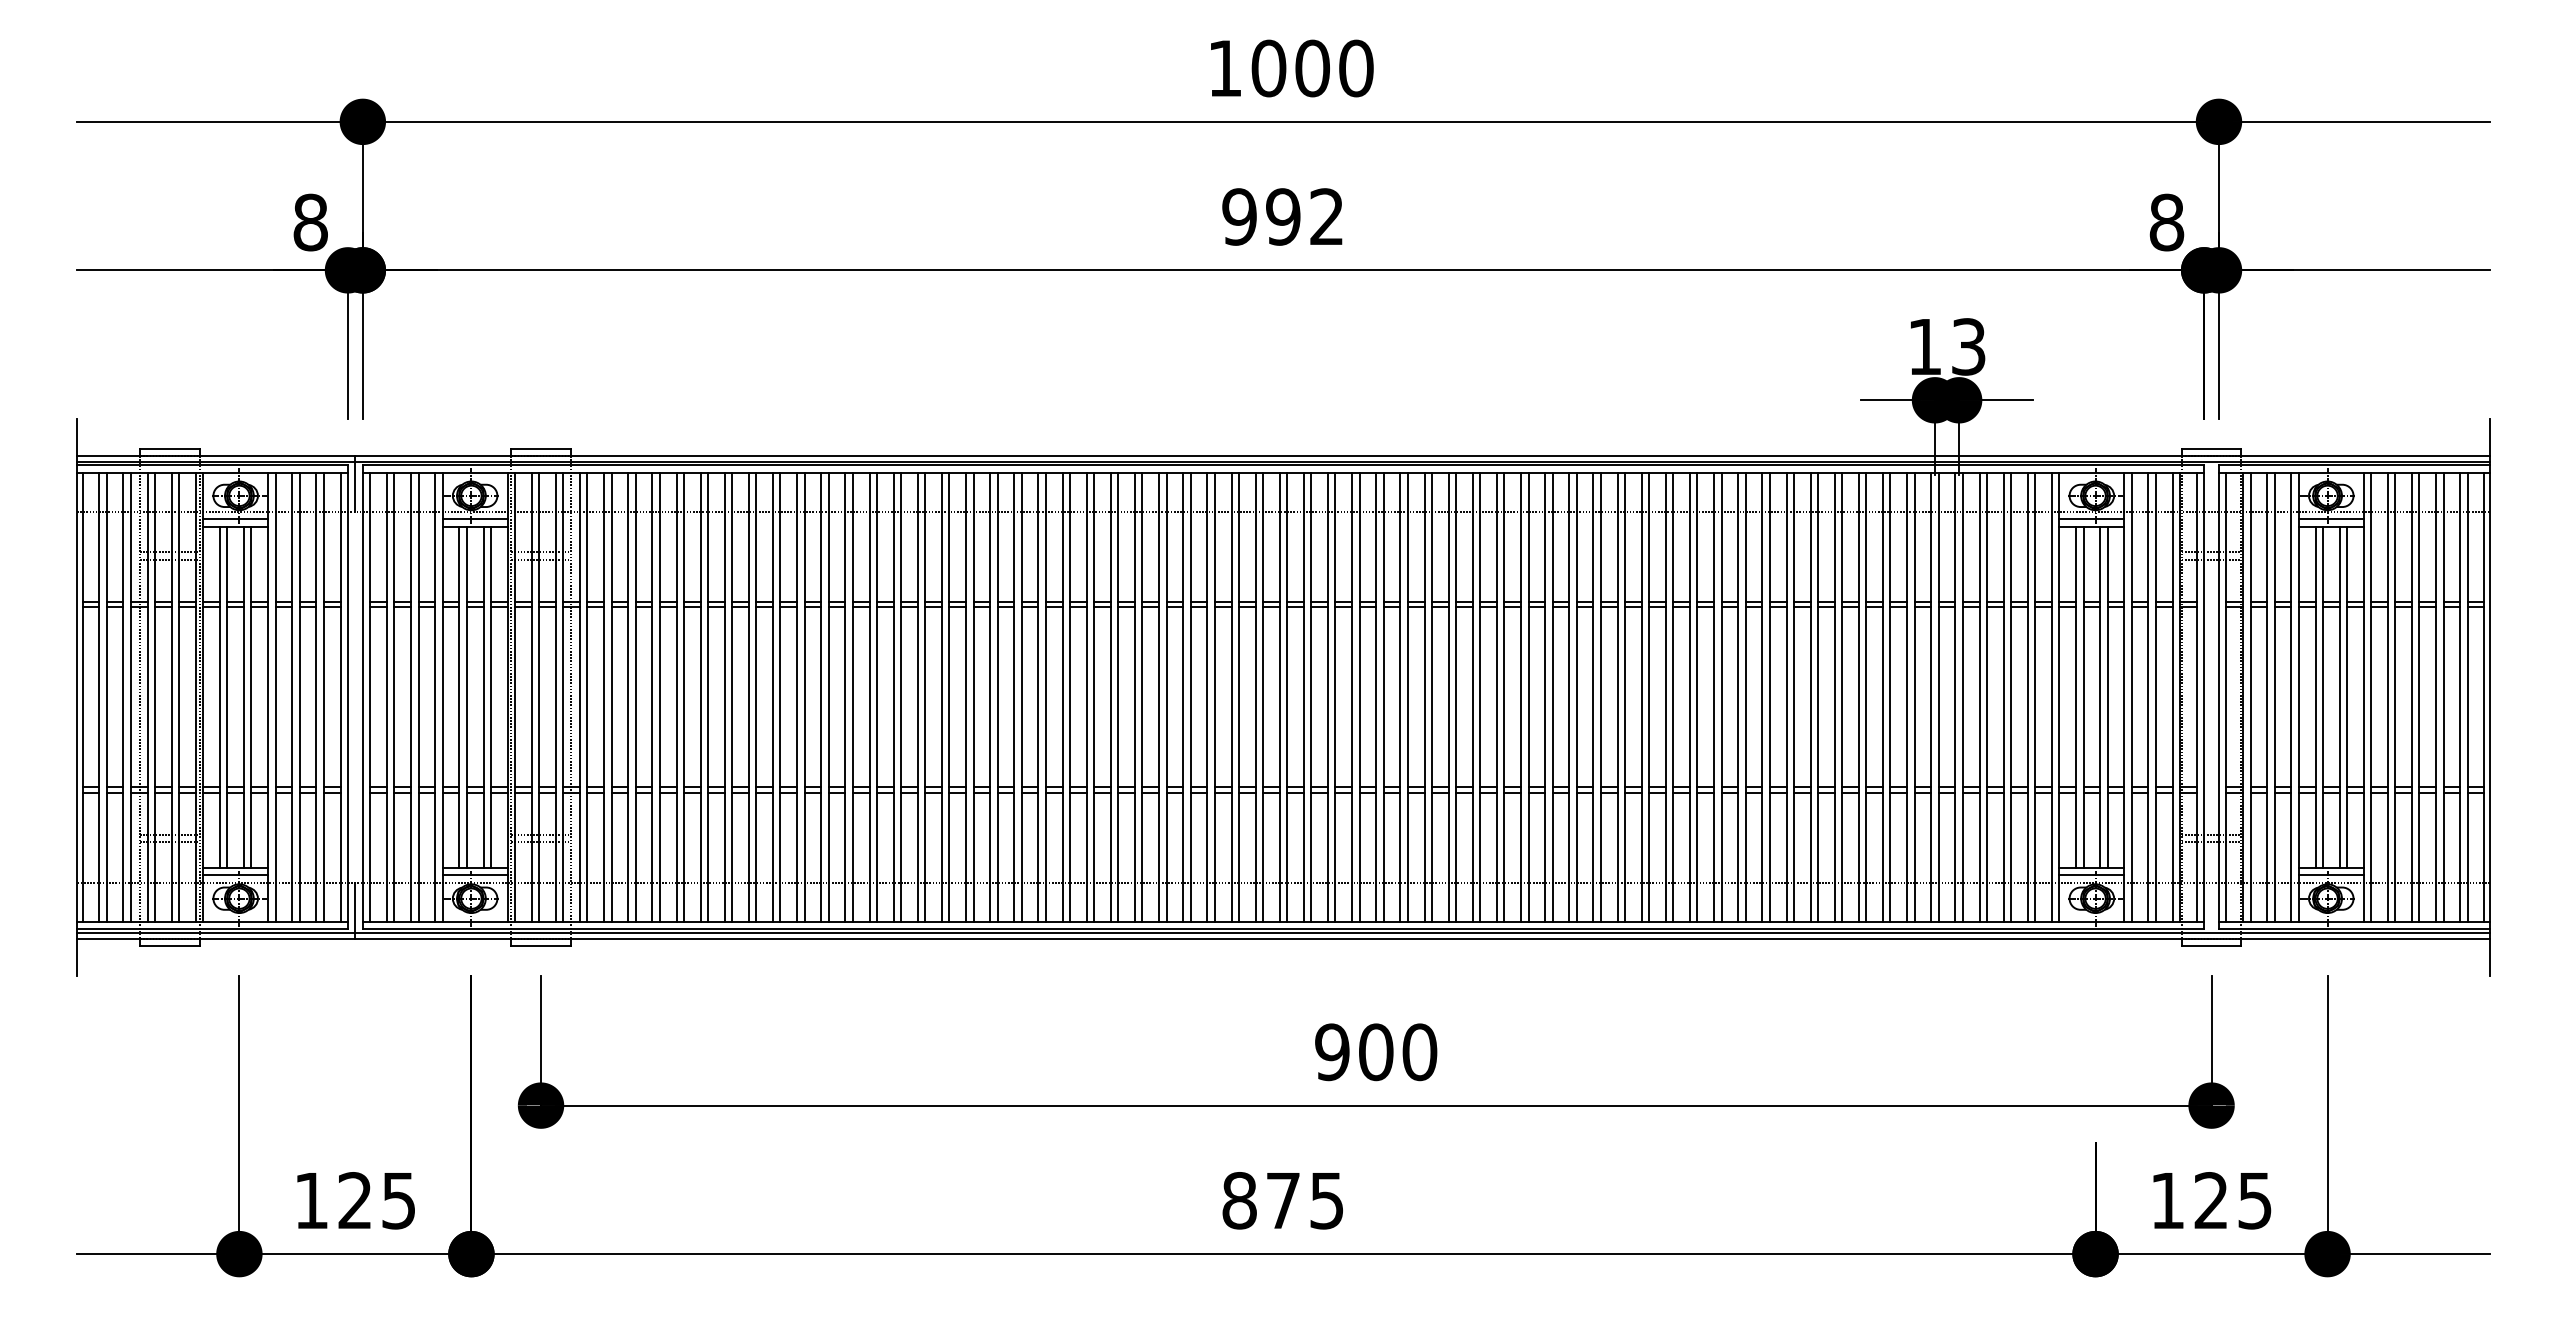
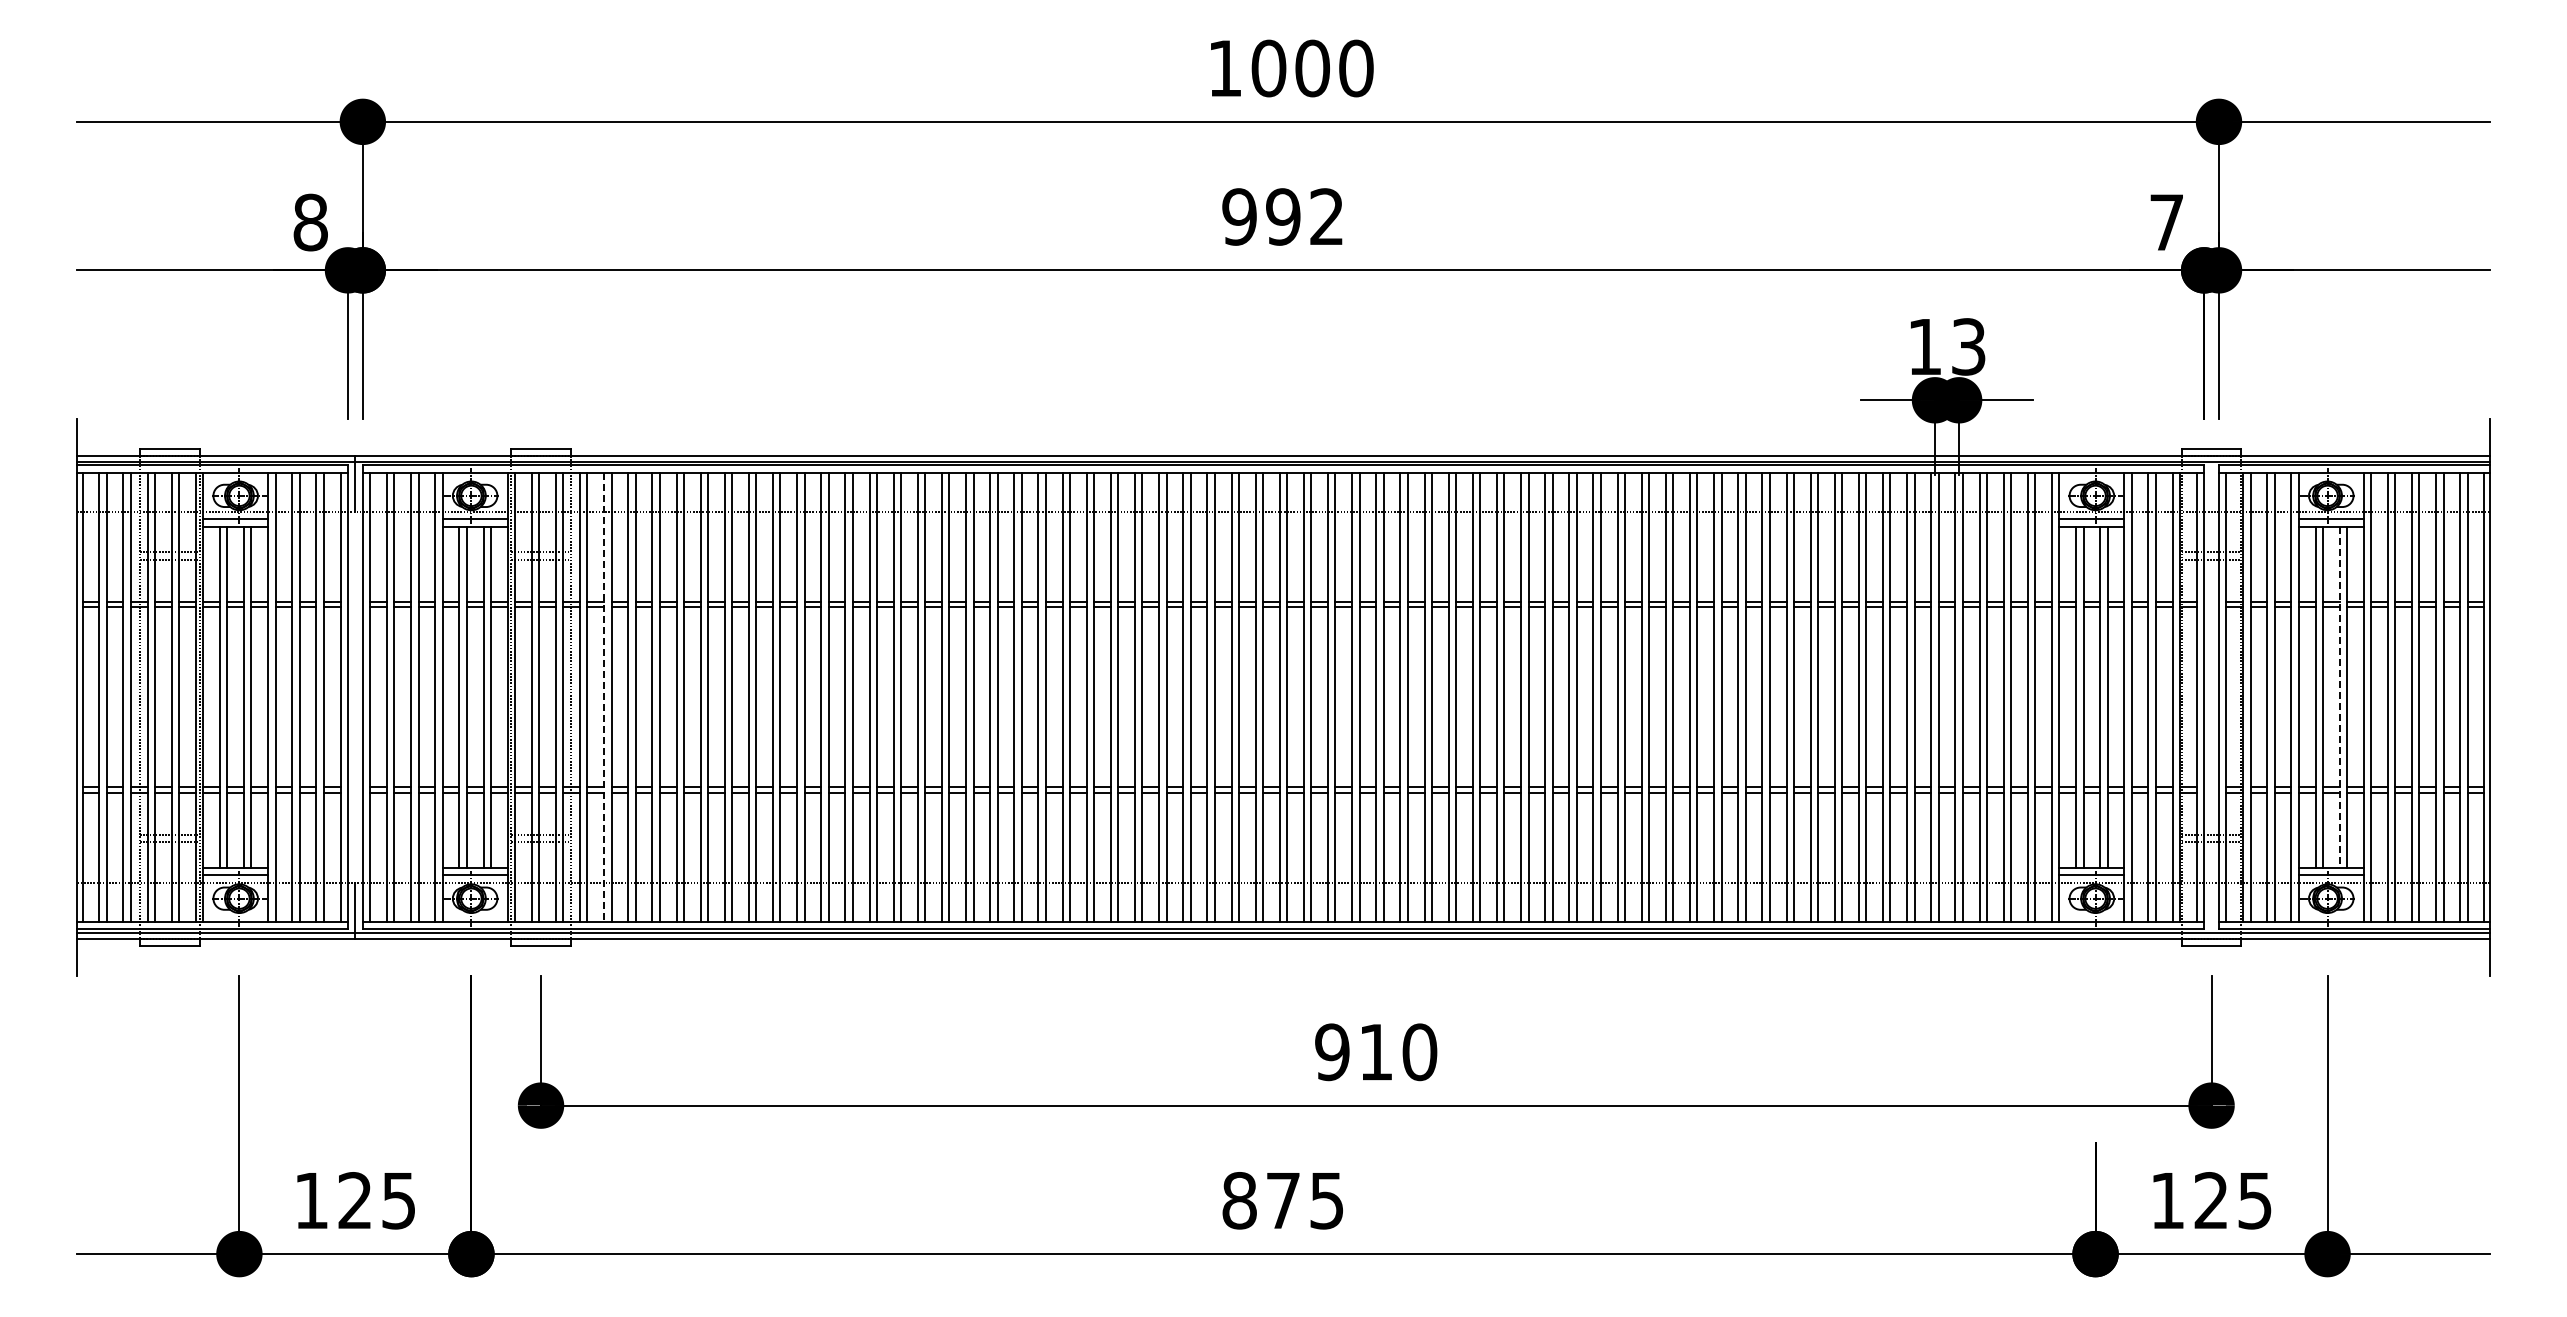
text at (2166, 222): 8 -> 7
line at (604, 697): solid -> dashed
line at (2339, 697): solid -> dashed
text at (1376, 1052): 900 -> 910
